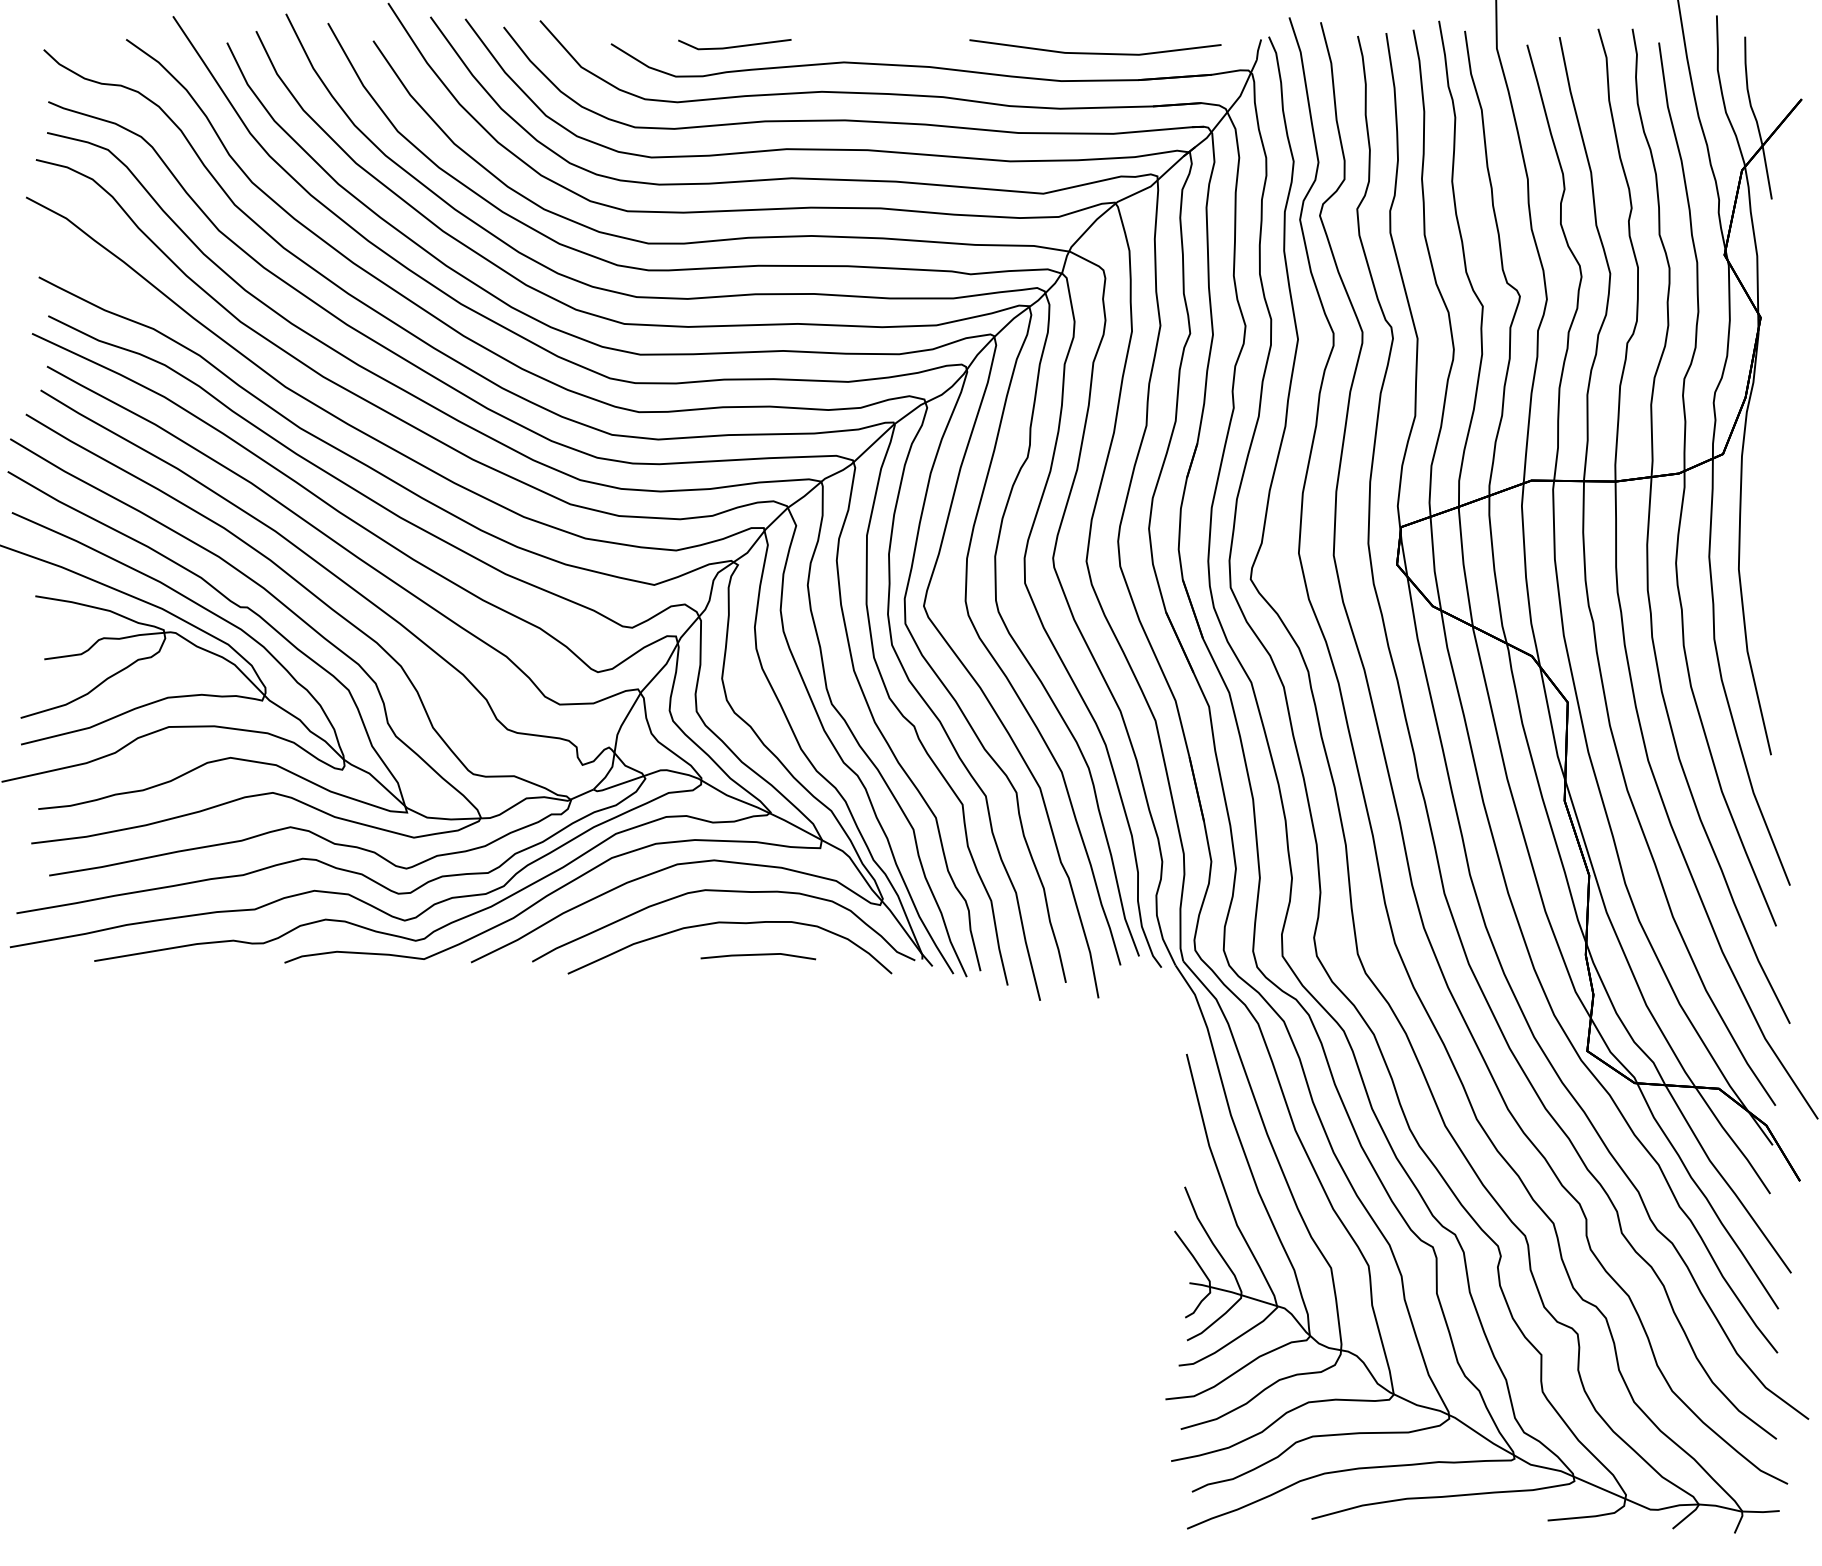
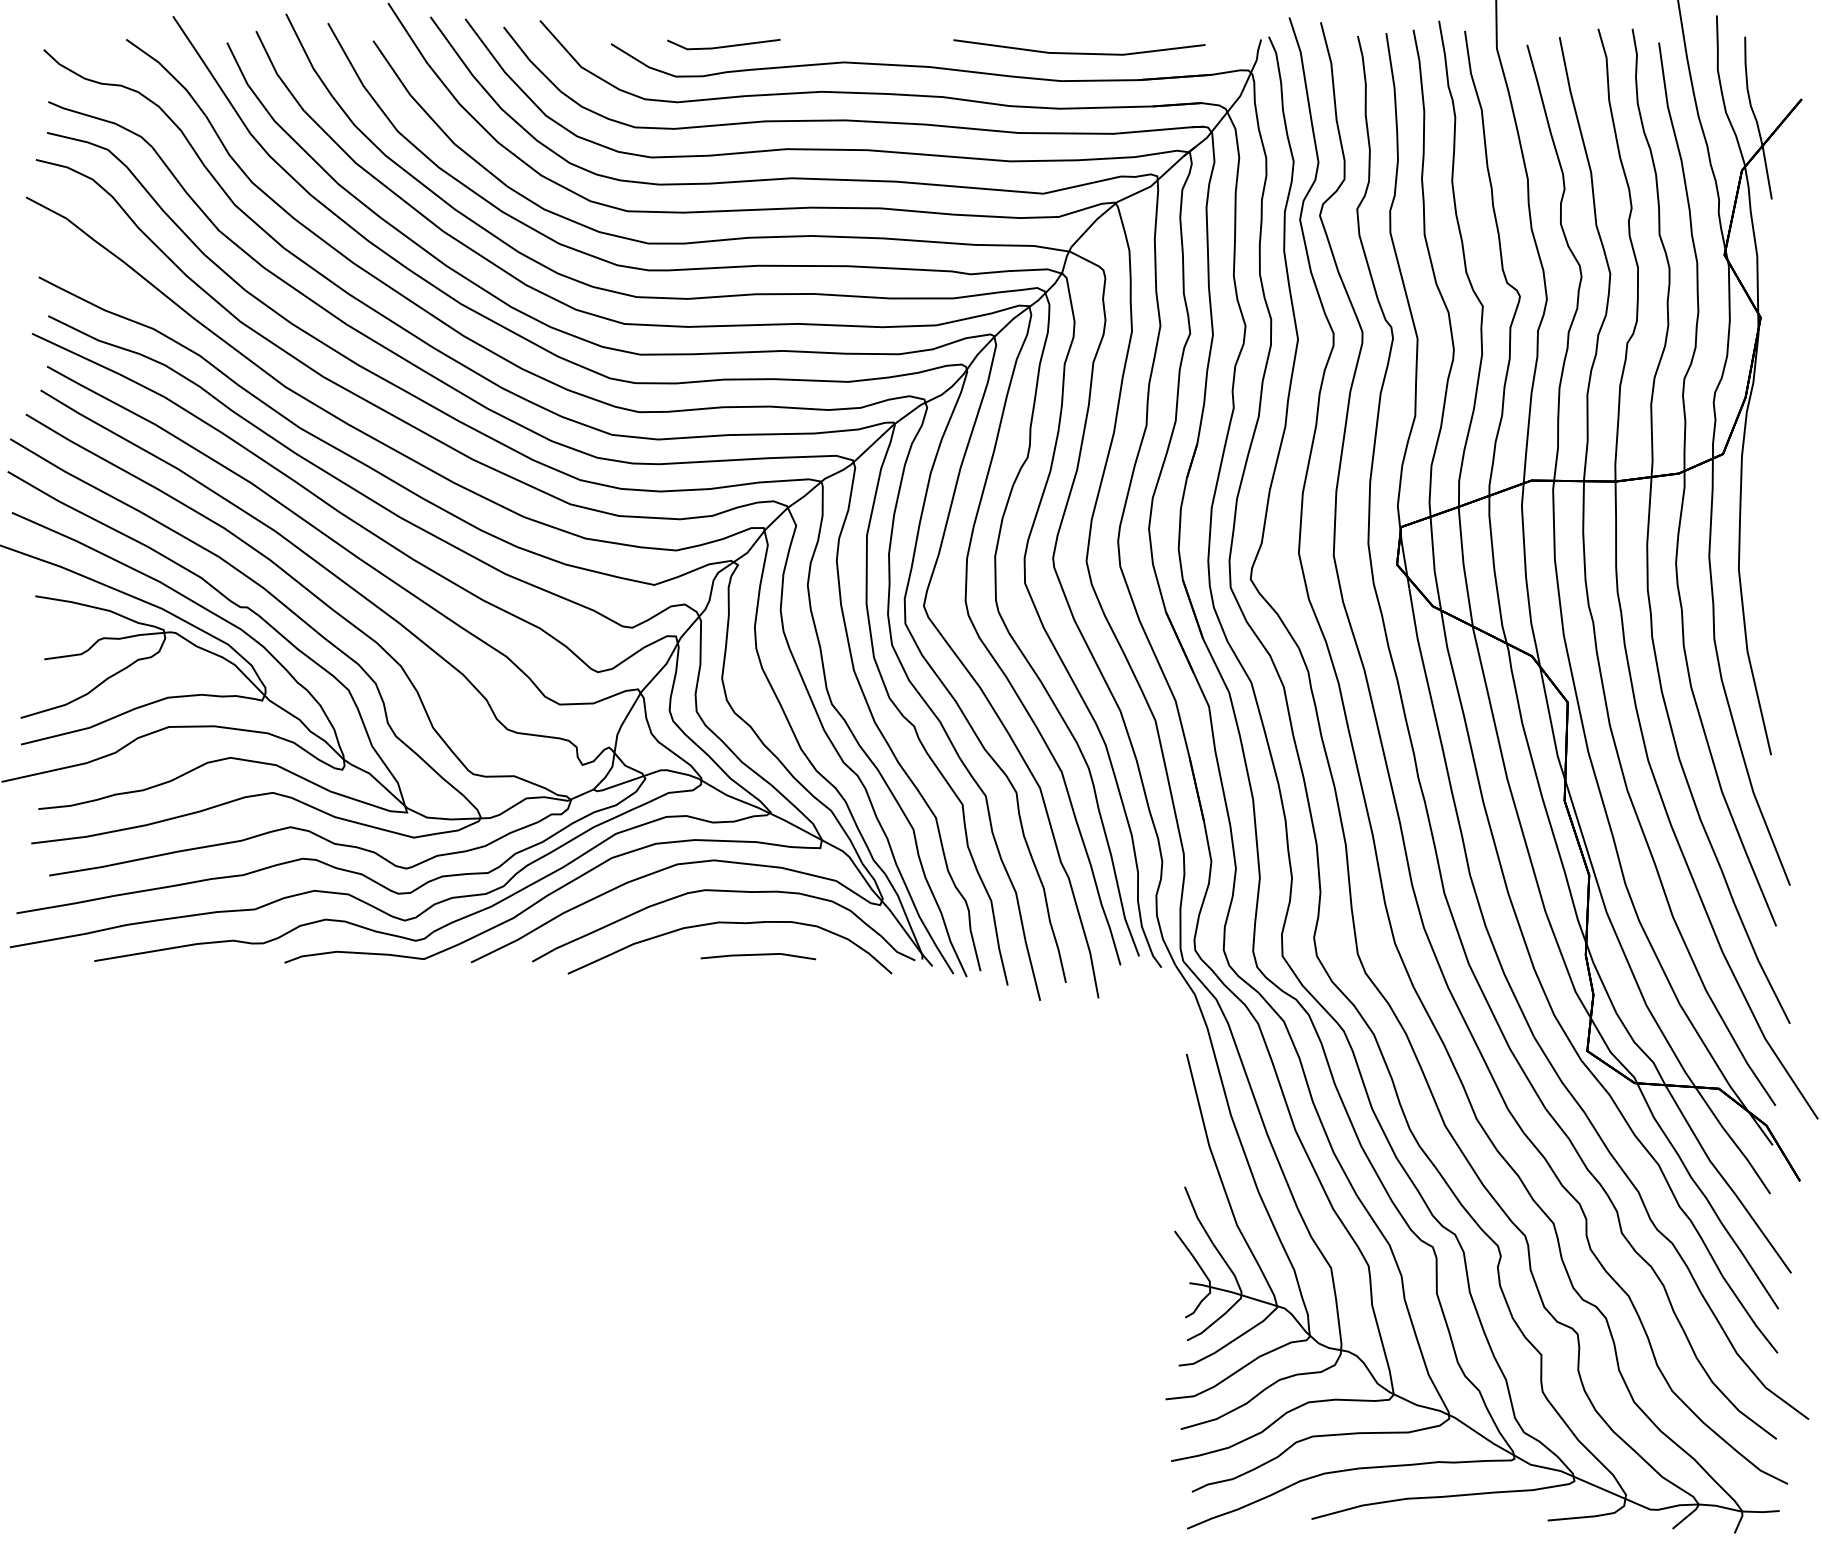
line at (734, 46) position: (734, 46) -> (723, 46)
line at (1095, 52) position: (1095, 52) -> (1079, 52)
